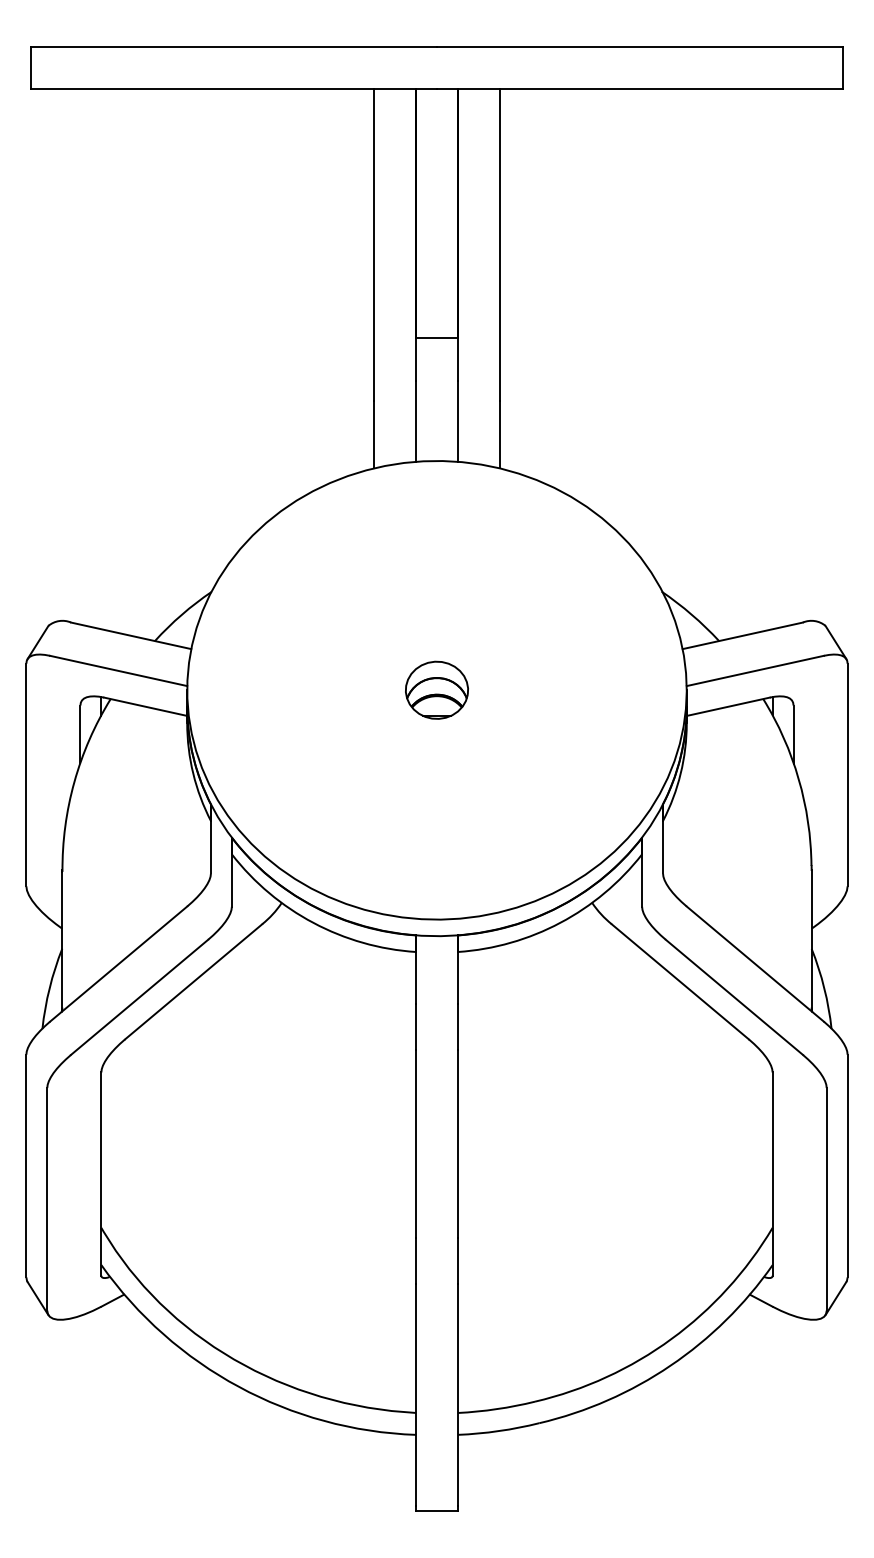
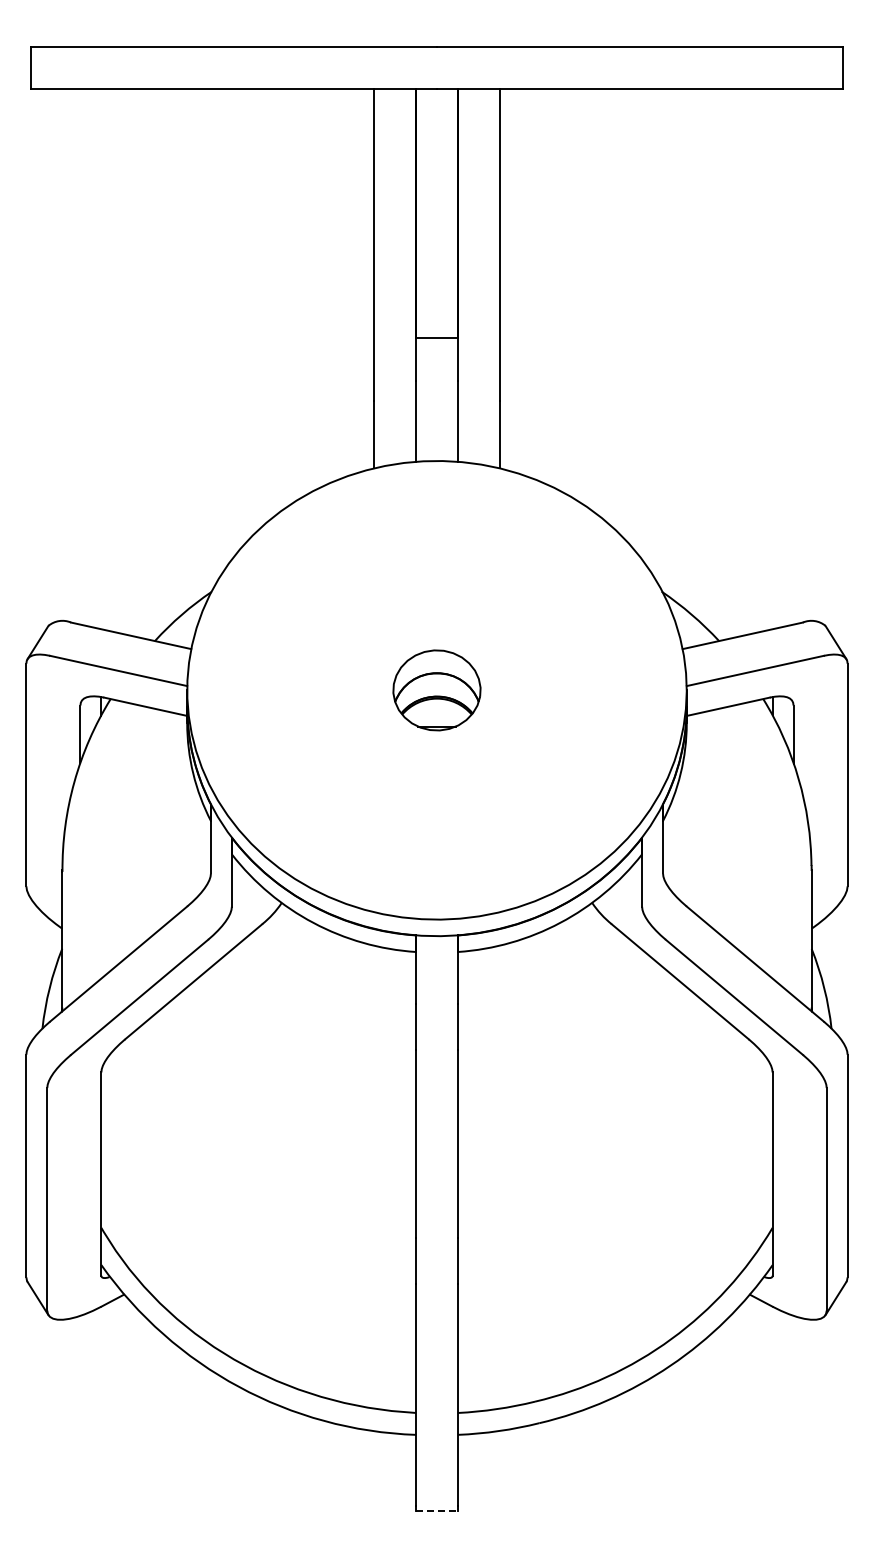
part at (436, 689) size: 64x60 px -> 90x83 px
line at (436, 1511): solid -> dashed
